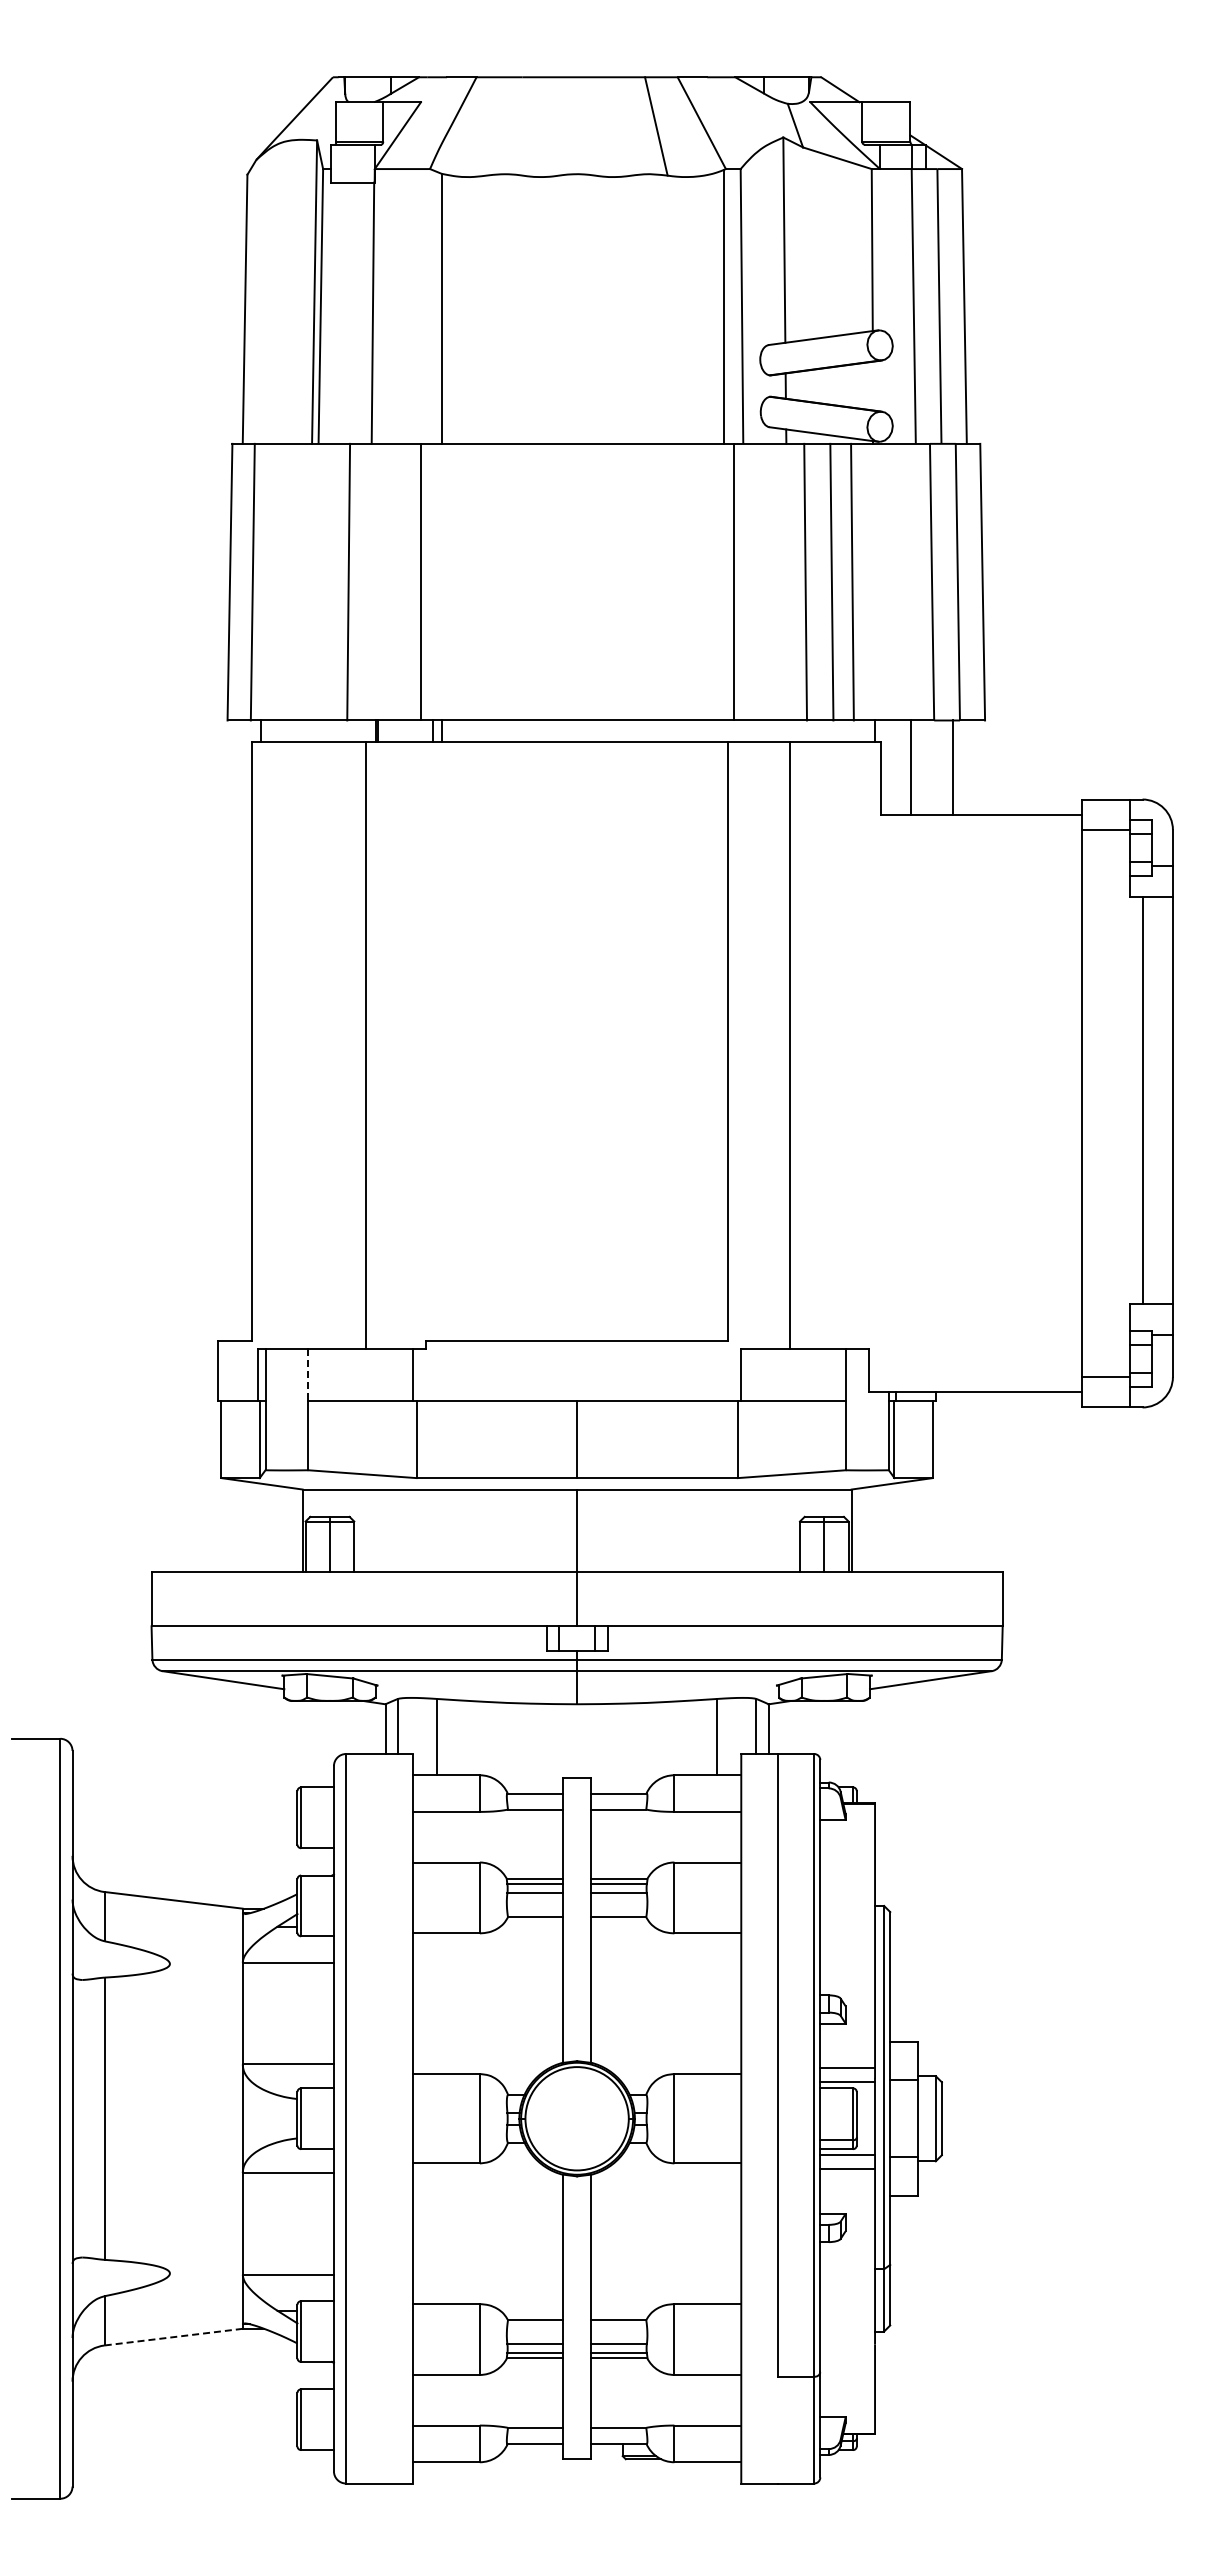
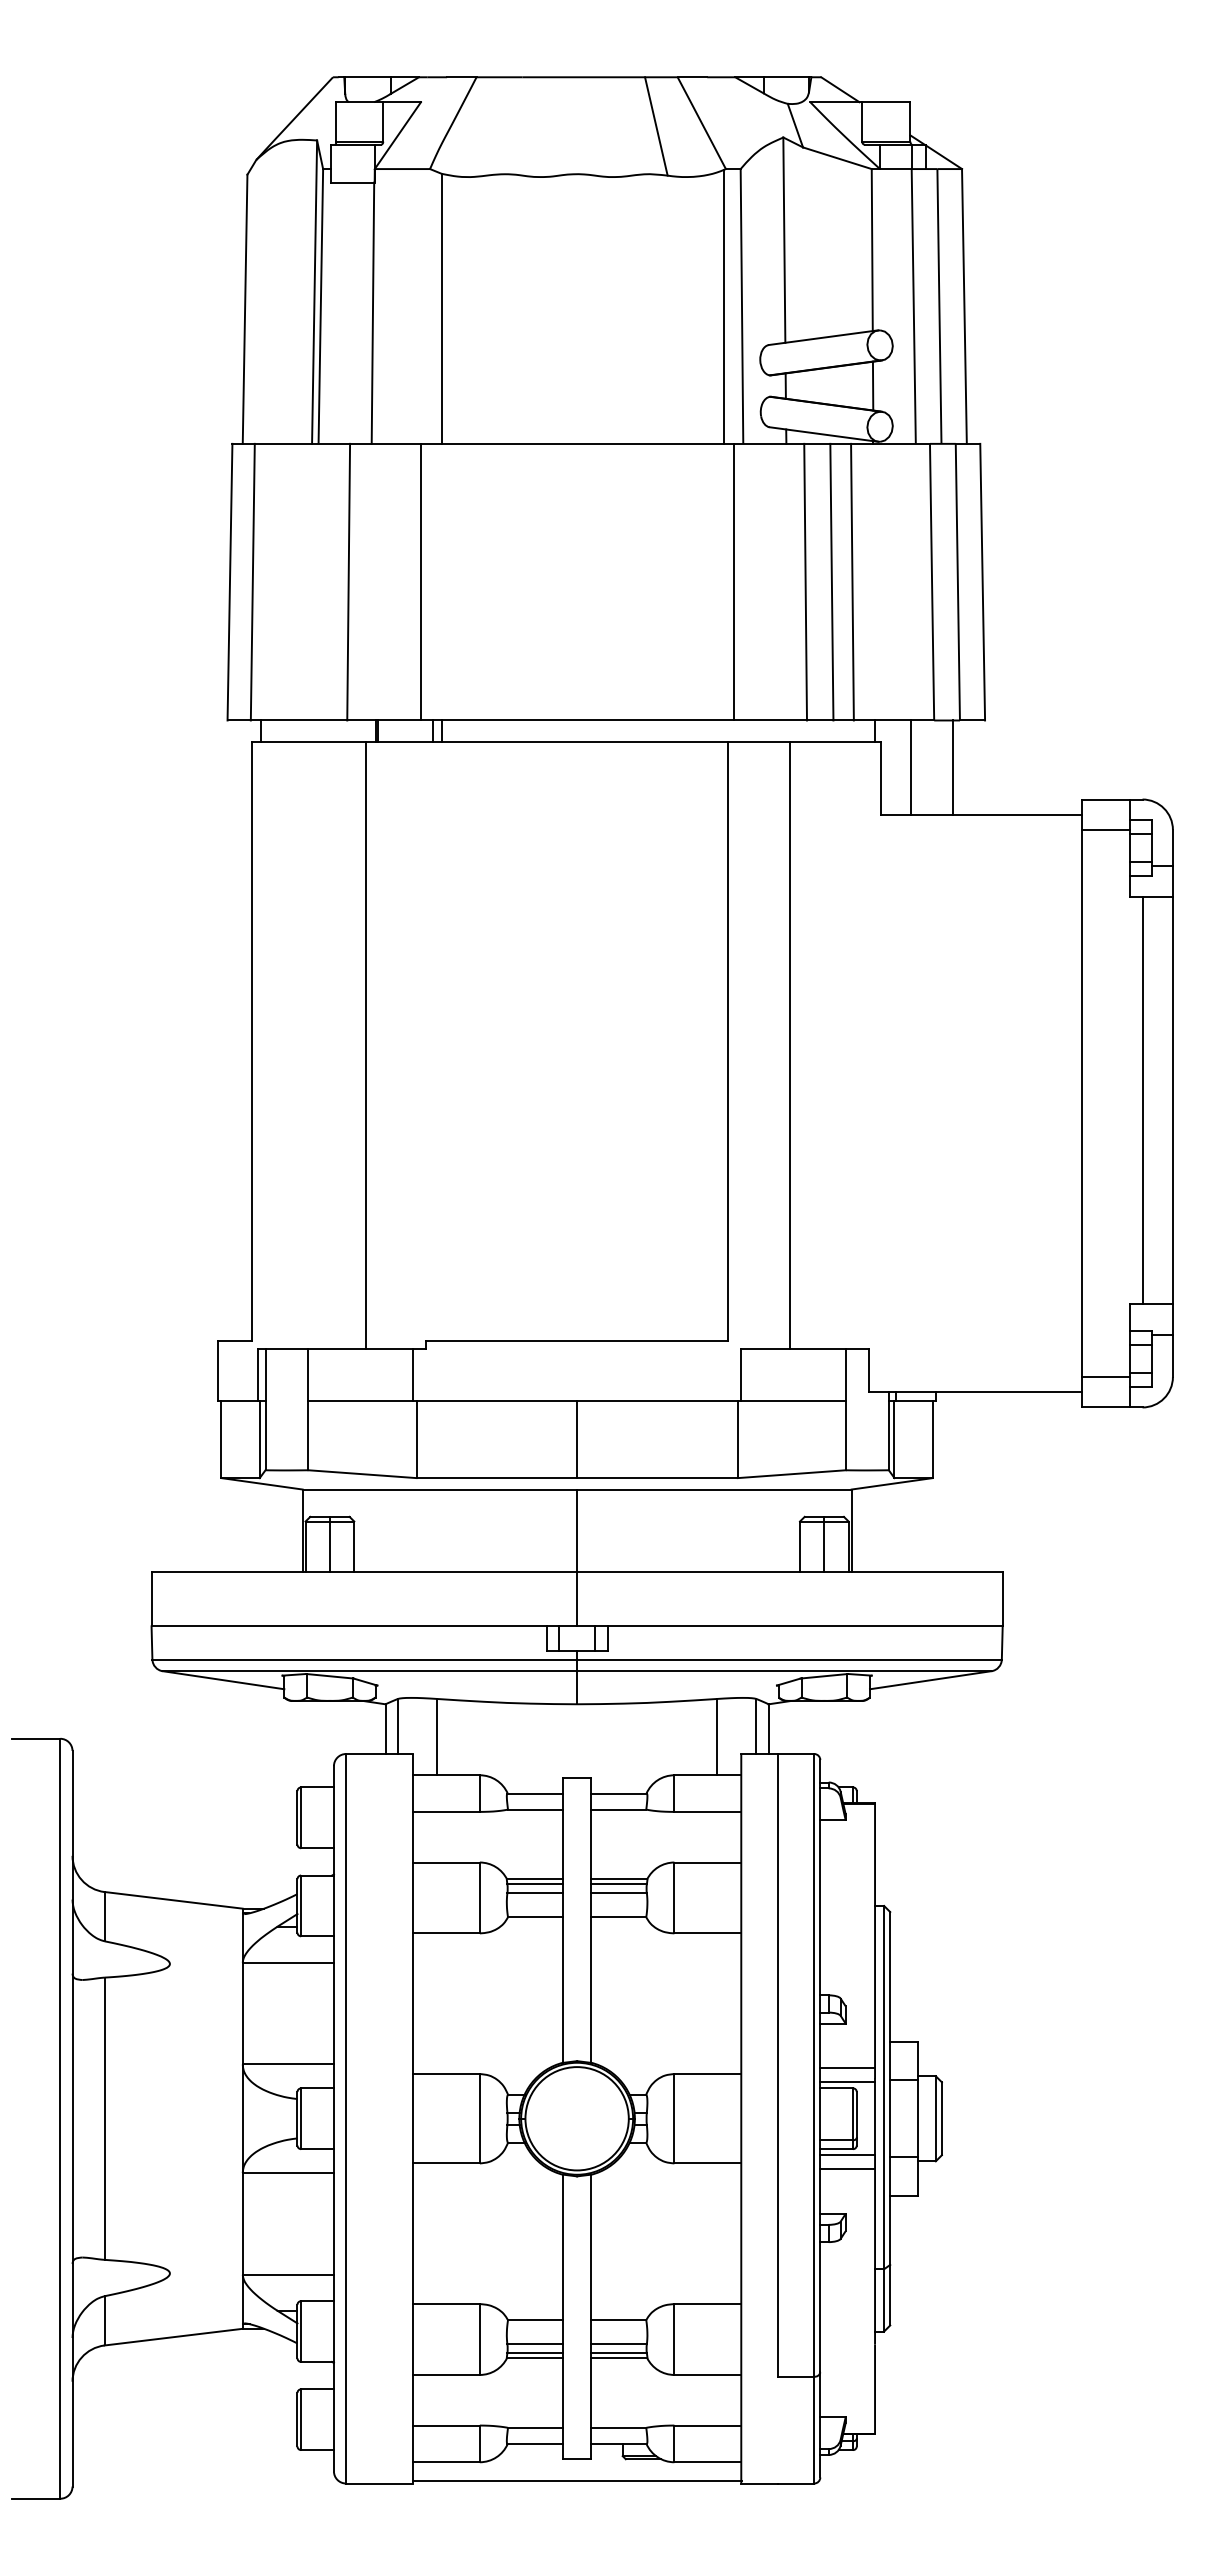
line at (872, 385): none -> present
line at (308, 1375): dashed -> solid
line at (173, 2337): dashed -> solid
line at (577, 2480): none -> present
